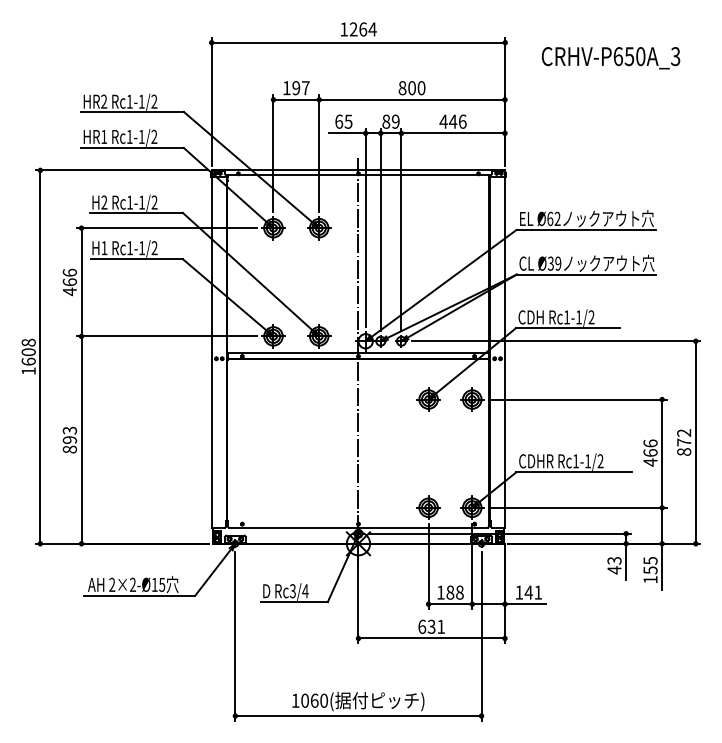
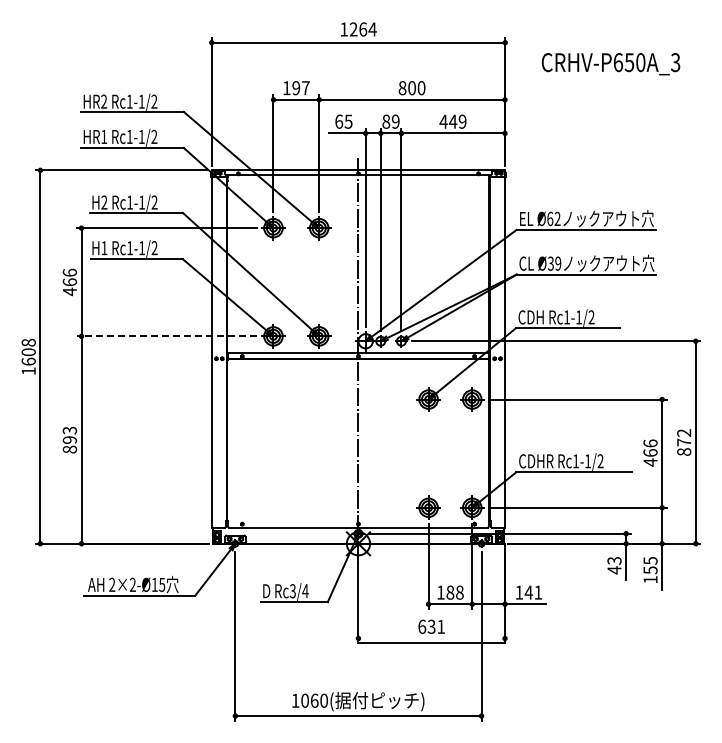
text at (610, 58) position: (610, 58) -> (610, 64)
text at (462, 121): 446 -> 449
line at (166, 336): solid -> dashed
line at (431, 638) position: (431, 638) -> (431, 643)
